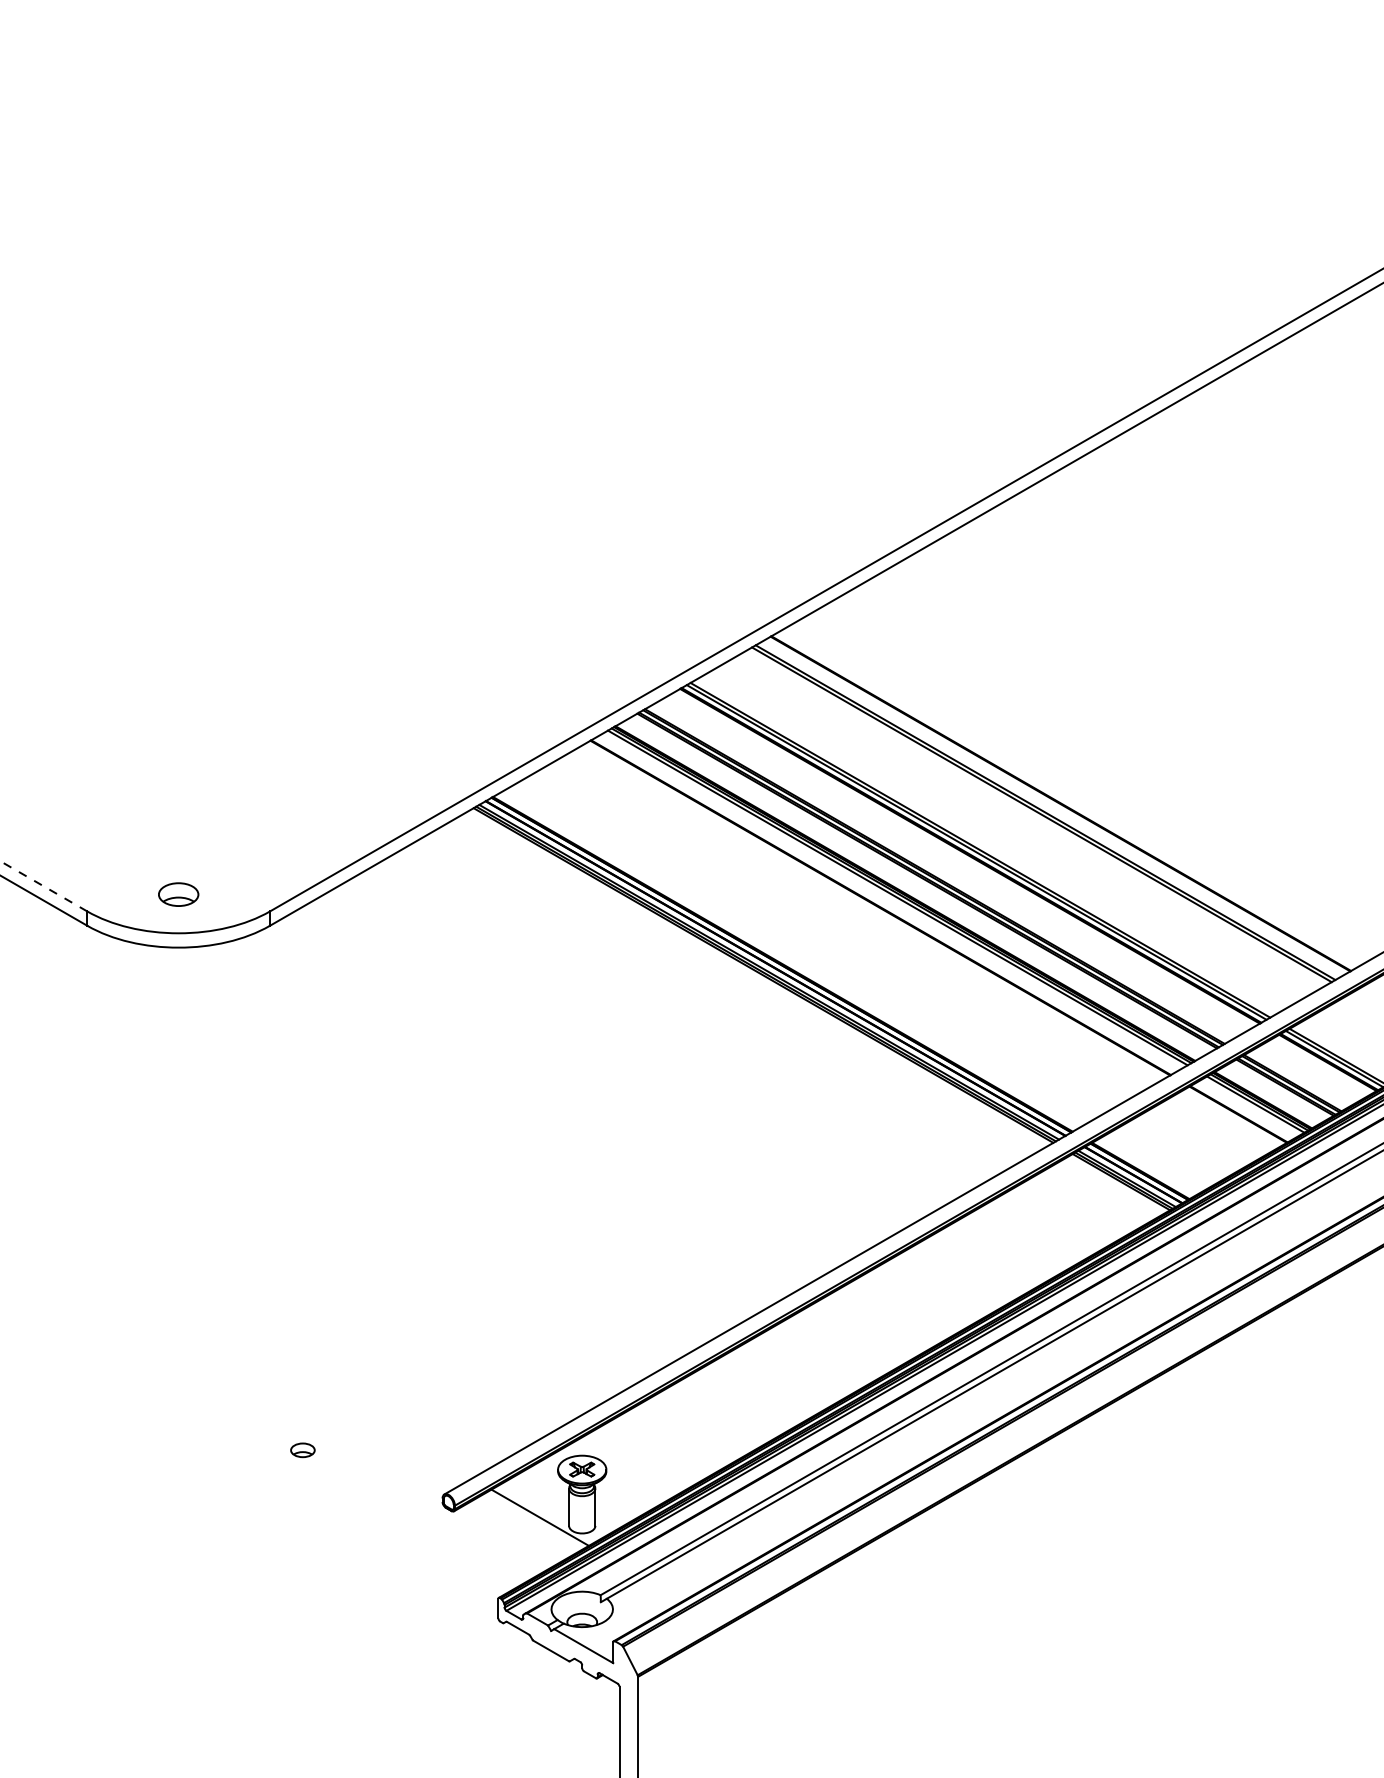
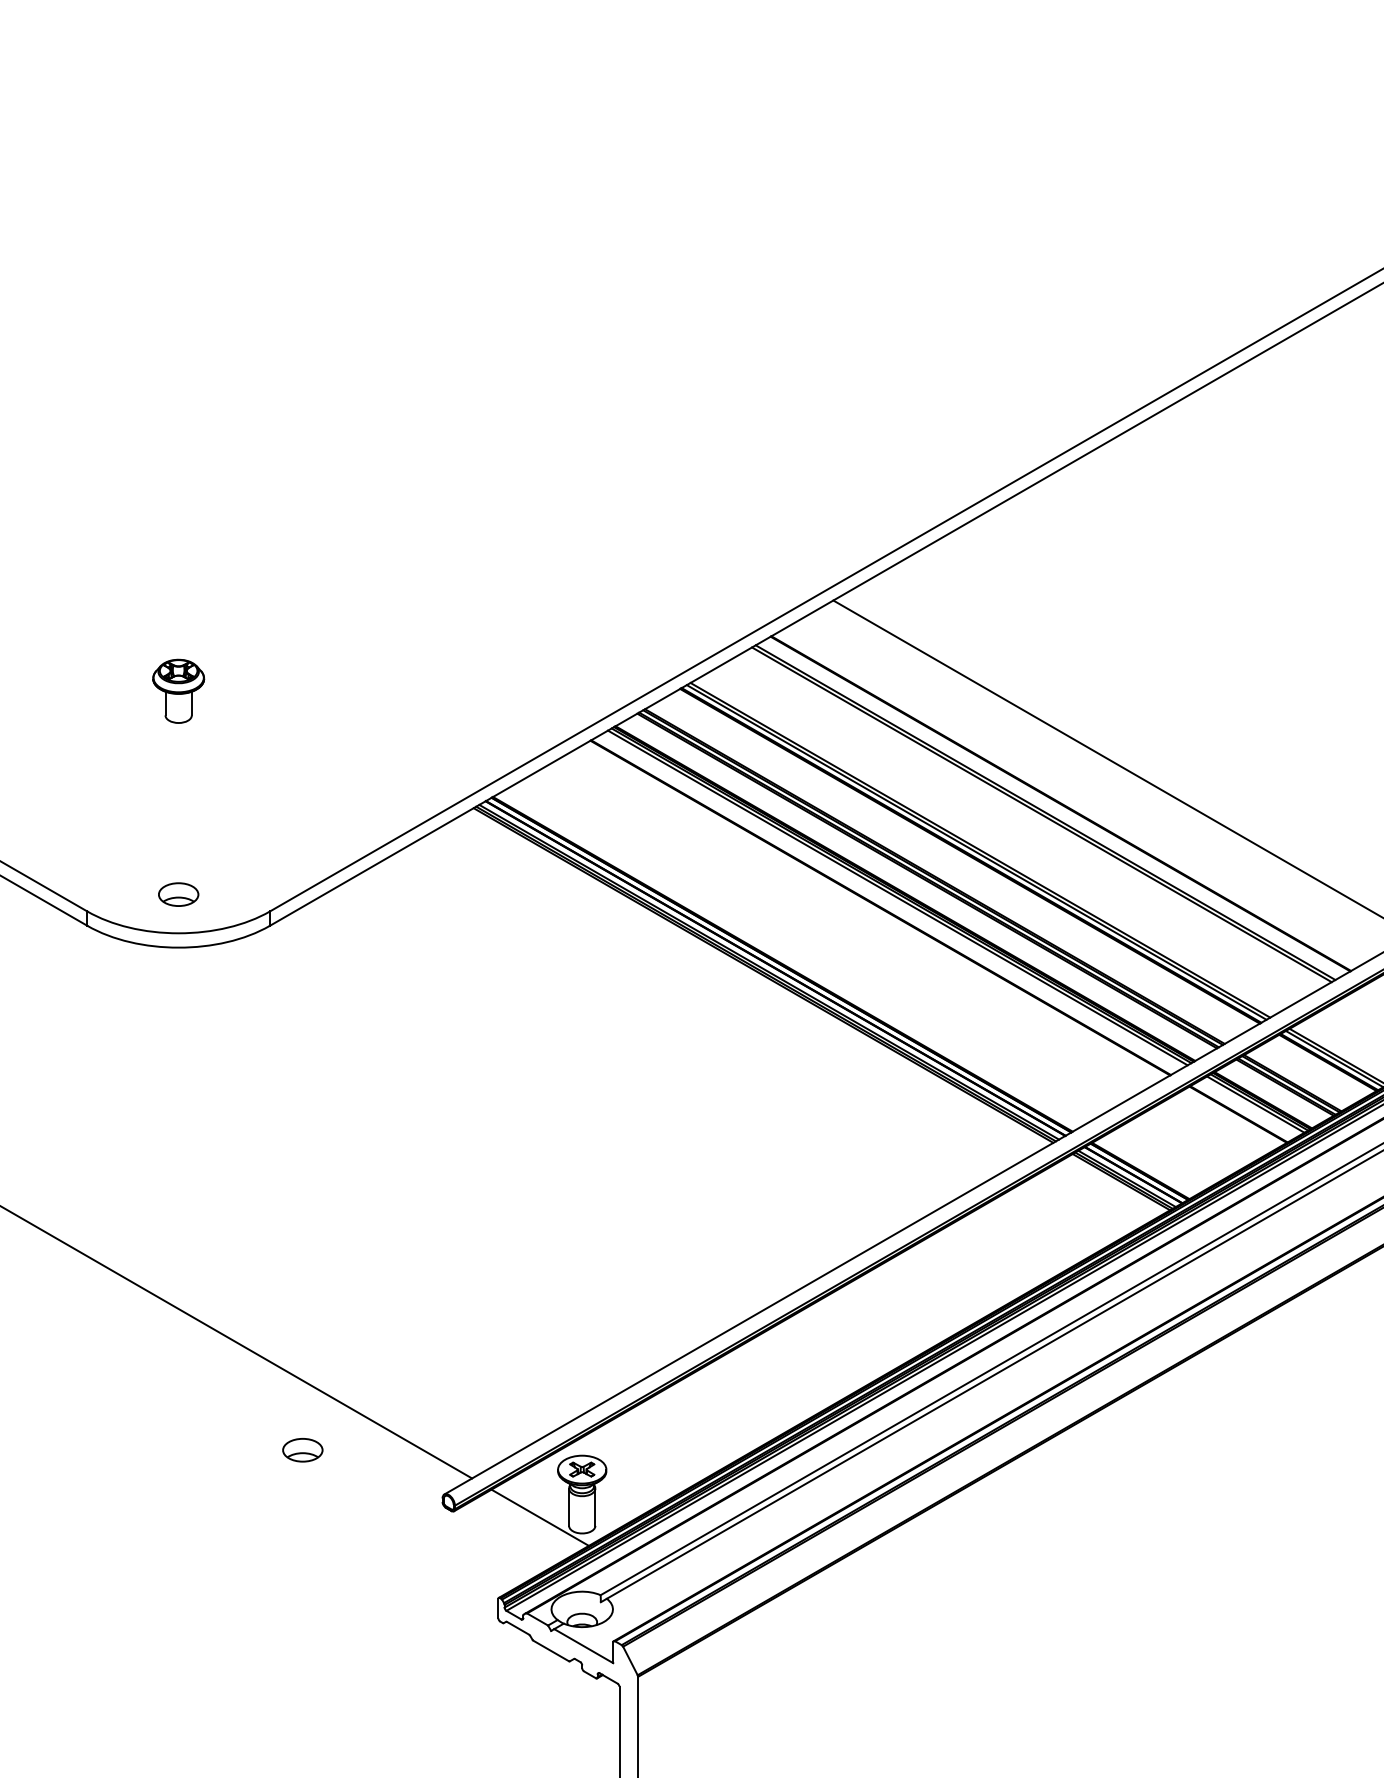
part at (178, 690): none -> present
line at (1106, 758): none -> present
line at (44, 886): dashed -> solid
line at (237, 1342): none -> present
part at (302, 1450) size: 26x17 px -> 42x25 px
